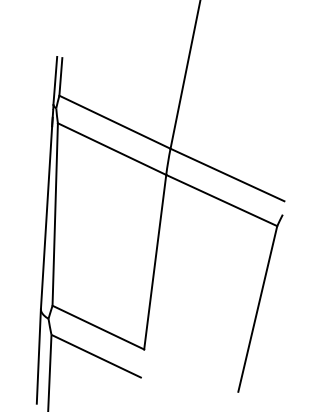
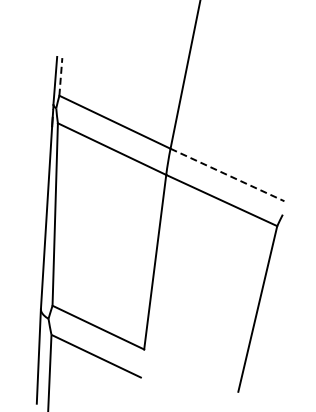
line at (60, 76): solid -> dashed
line at (227, 175): solid -> dashed
